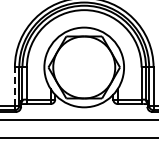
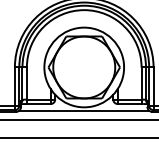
line at (14, 86): dashed -> solid
line at (84, 110): none -> present
